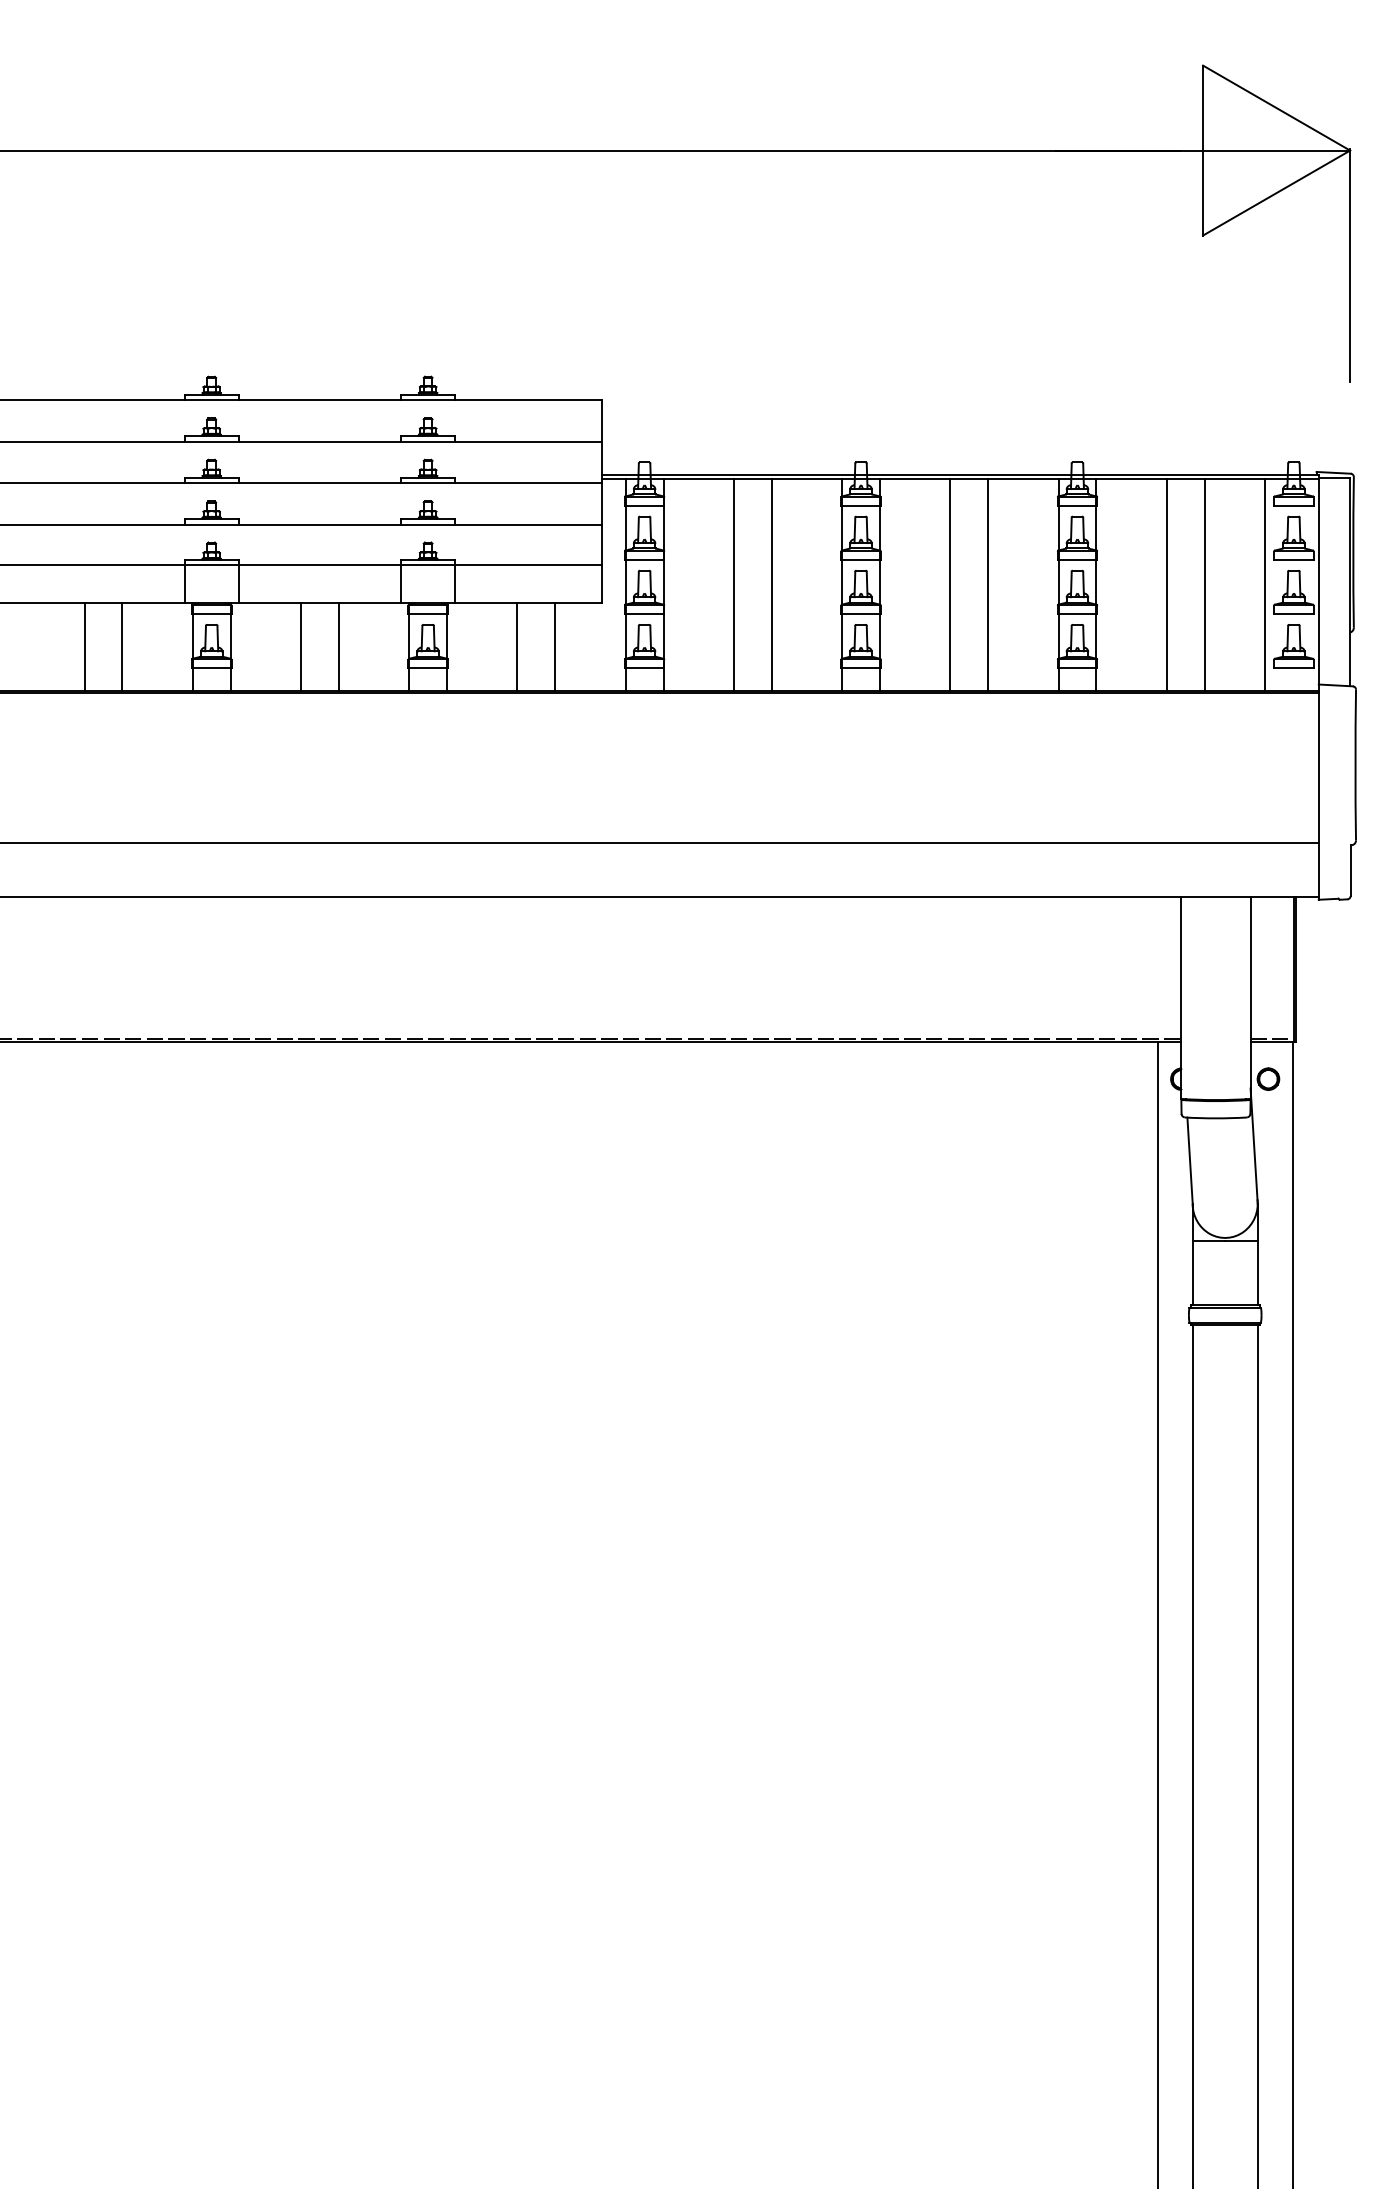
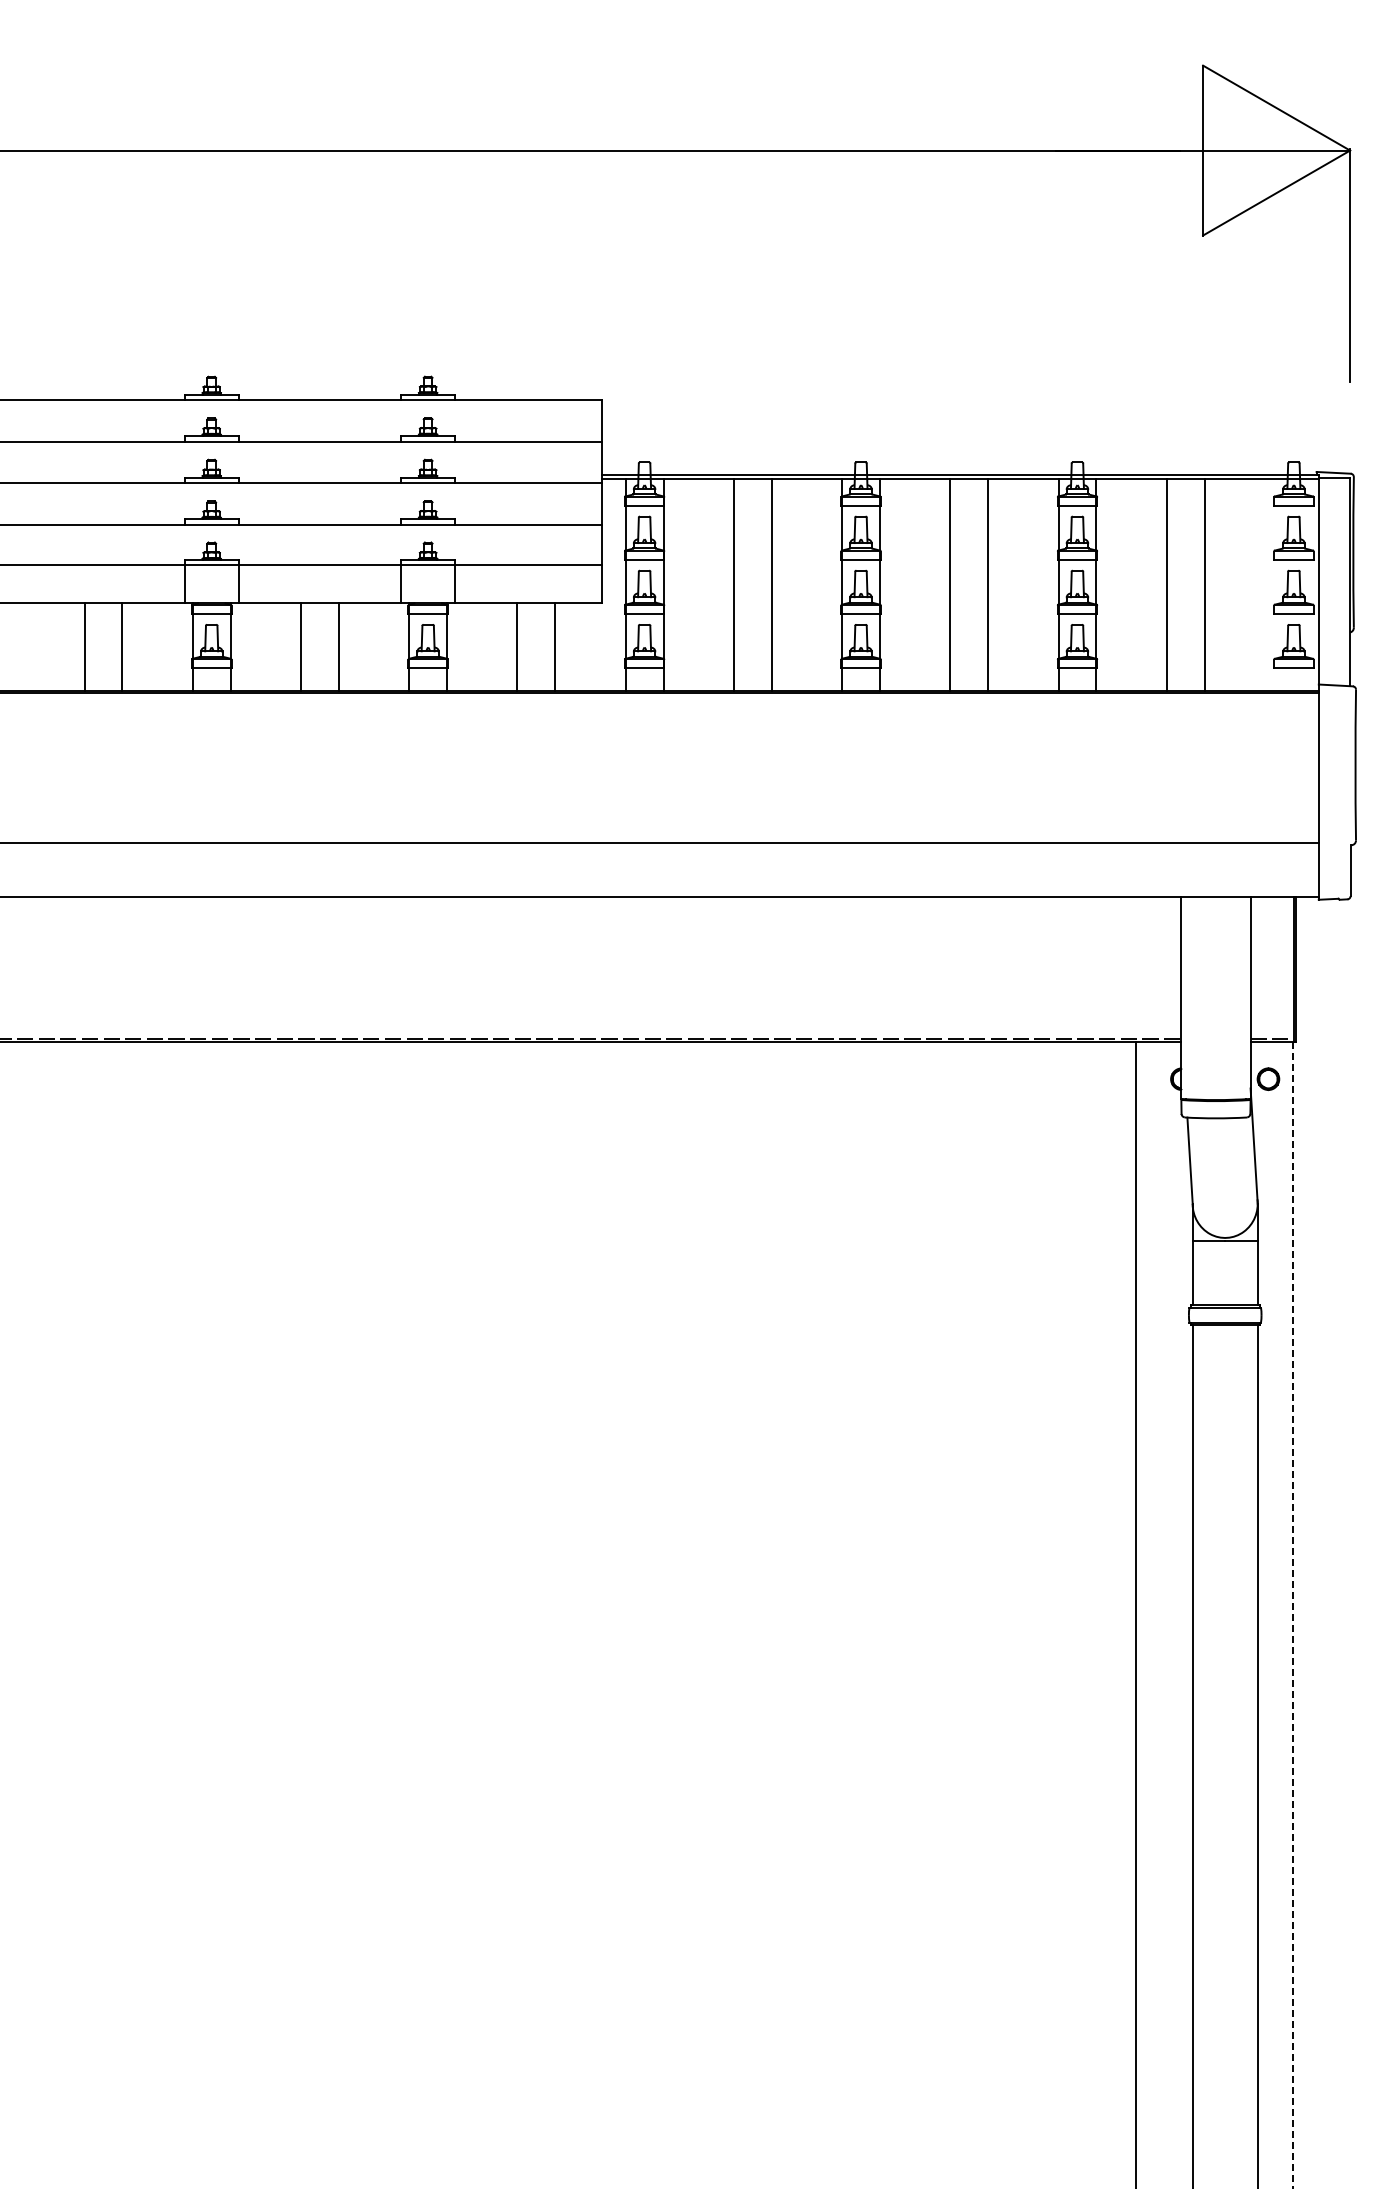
line at (1265, 585): present -> none
line at (1157, 1613) position: (1157, 1613) -> (1135, 1613)
line at (1292, 1615): solid -> dashed
